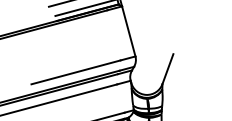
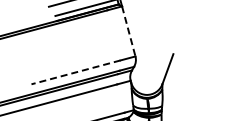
line at (128, 31): solid -> dashed
line at (75, 72): solid -> dashed
